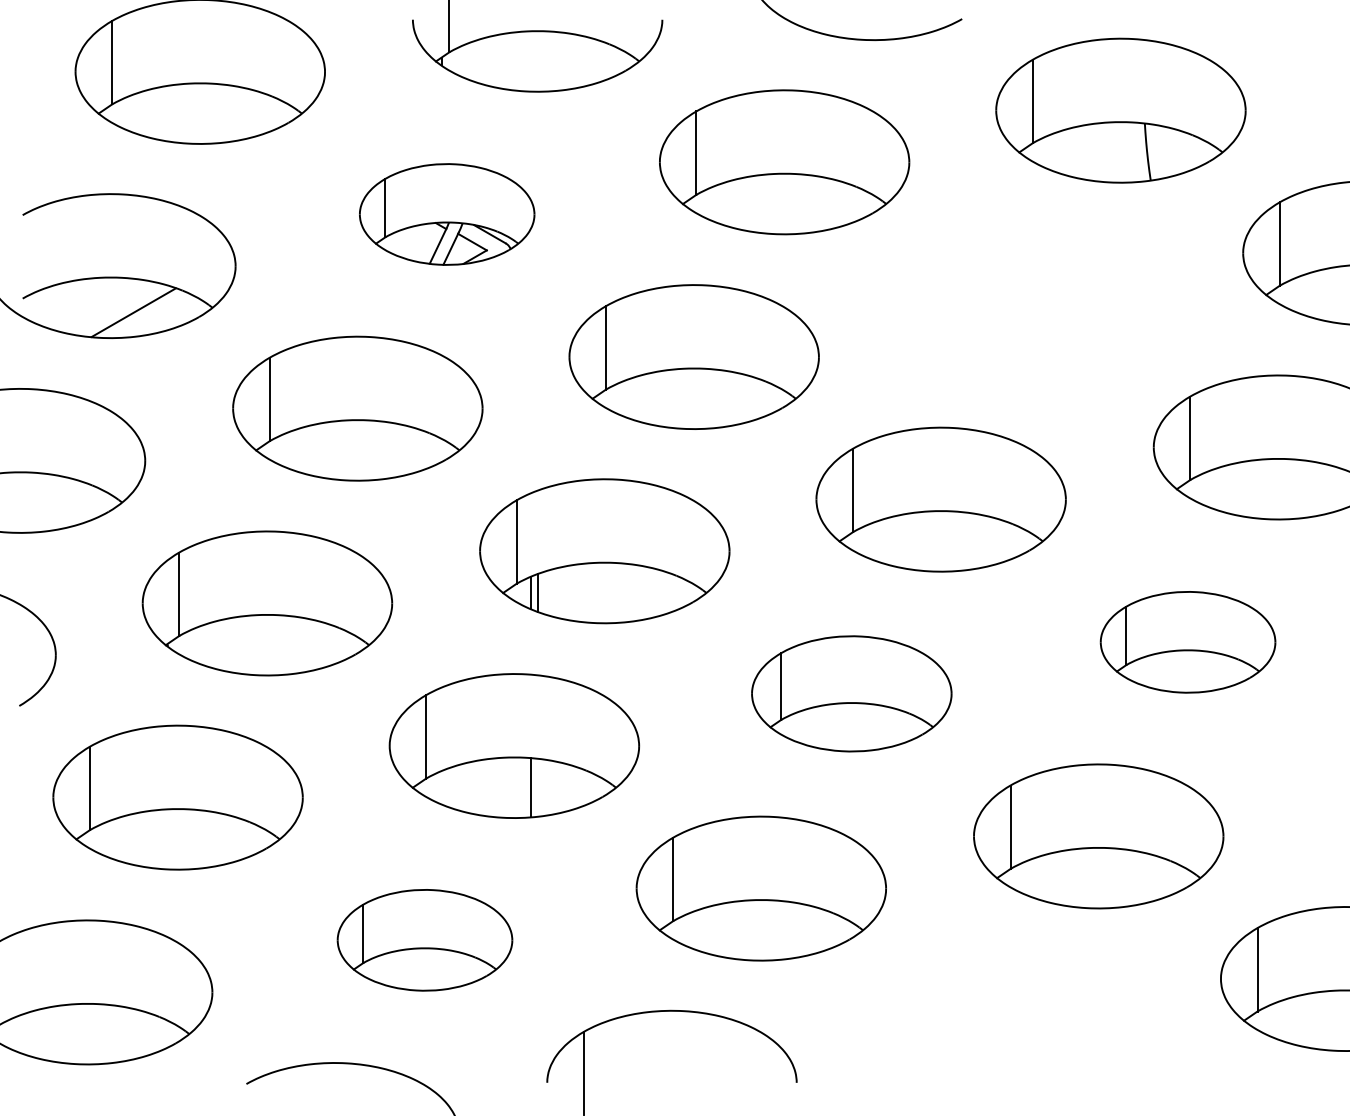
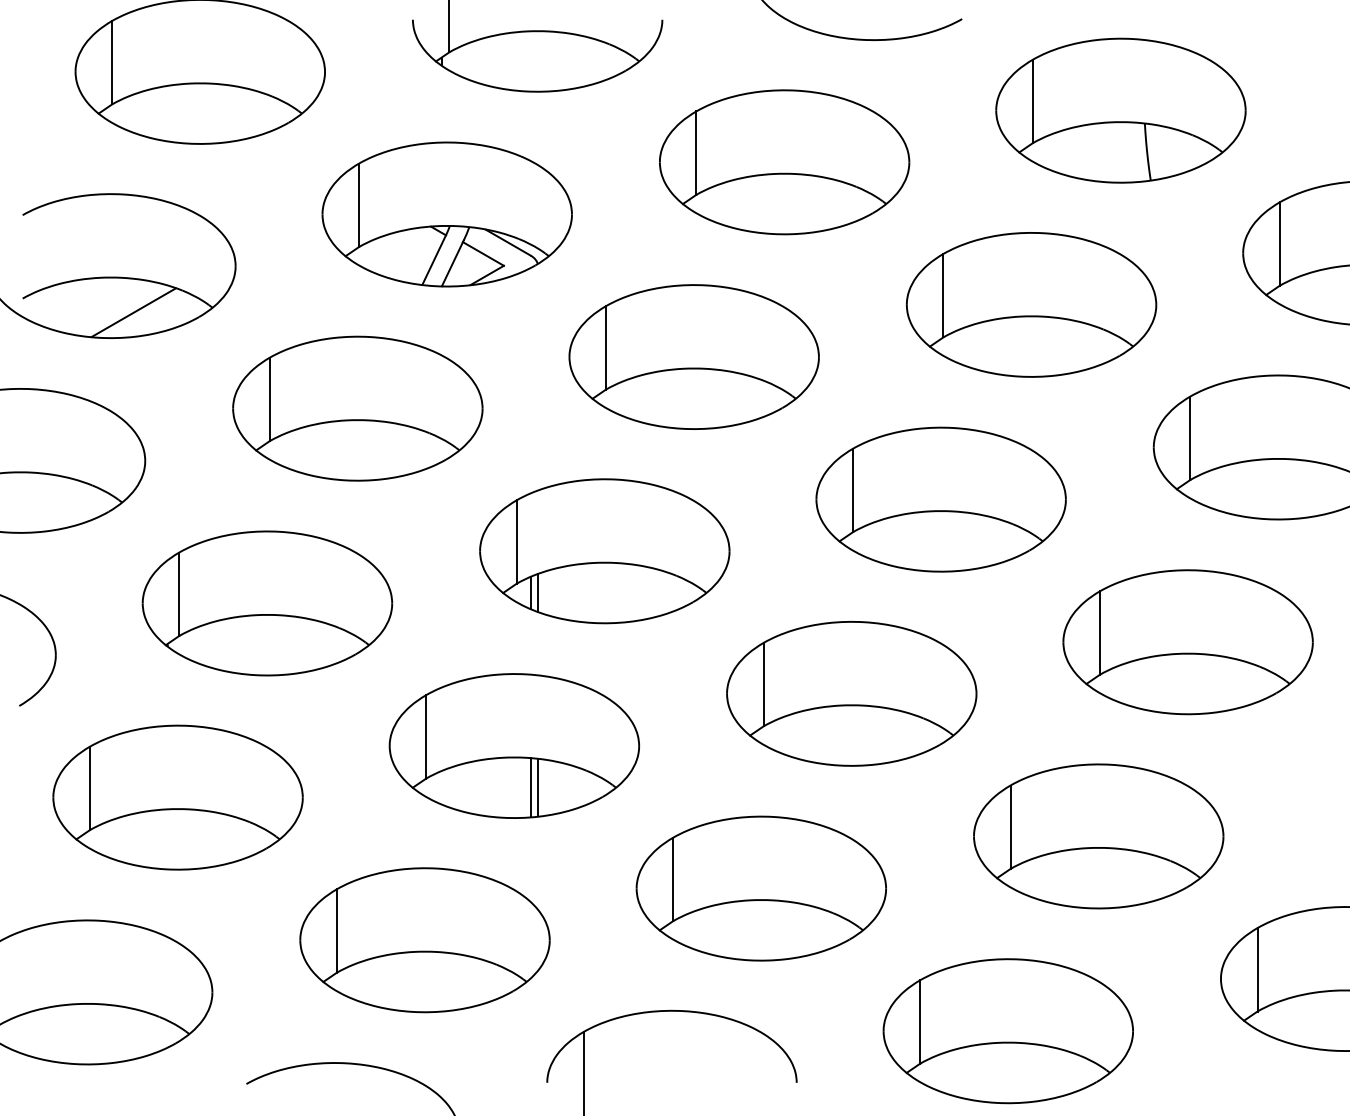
part at (447, 214) size: 177x103 px -> 252x147 px
part at (1031, 304): none -> present
part at (1187, 642) size: 178x103 px -> 252x147 px
part at (851, 693) size: 202x118 px -> 252x146 px
line at (537, 787): none -> present
part at (424, 940) size: 178x103 px -> 252x147 px
part at (1007, 1031): none -> present
